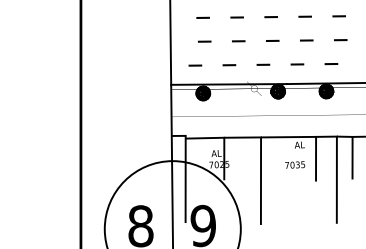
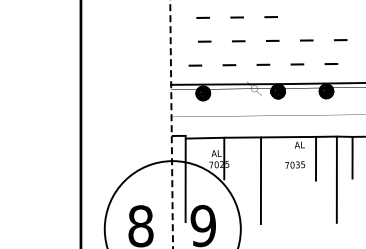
line at (304, 16): present -> none
line at (338, 16): present -> none
line at (171, 124): solid -> dashed
